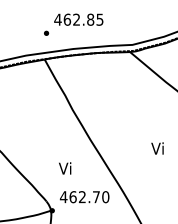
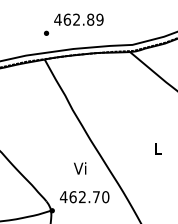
text at (99, 19): 462.85 -> 462.89
text at (157, 148): Vi -> L
text at (65, 168) position: (65, 168) -> (80, 168)
